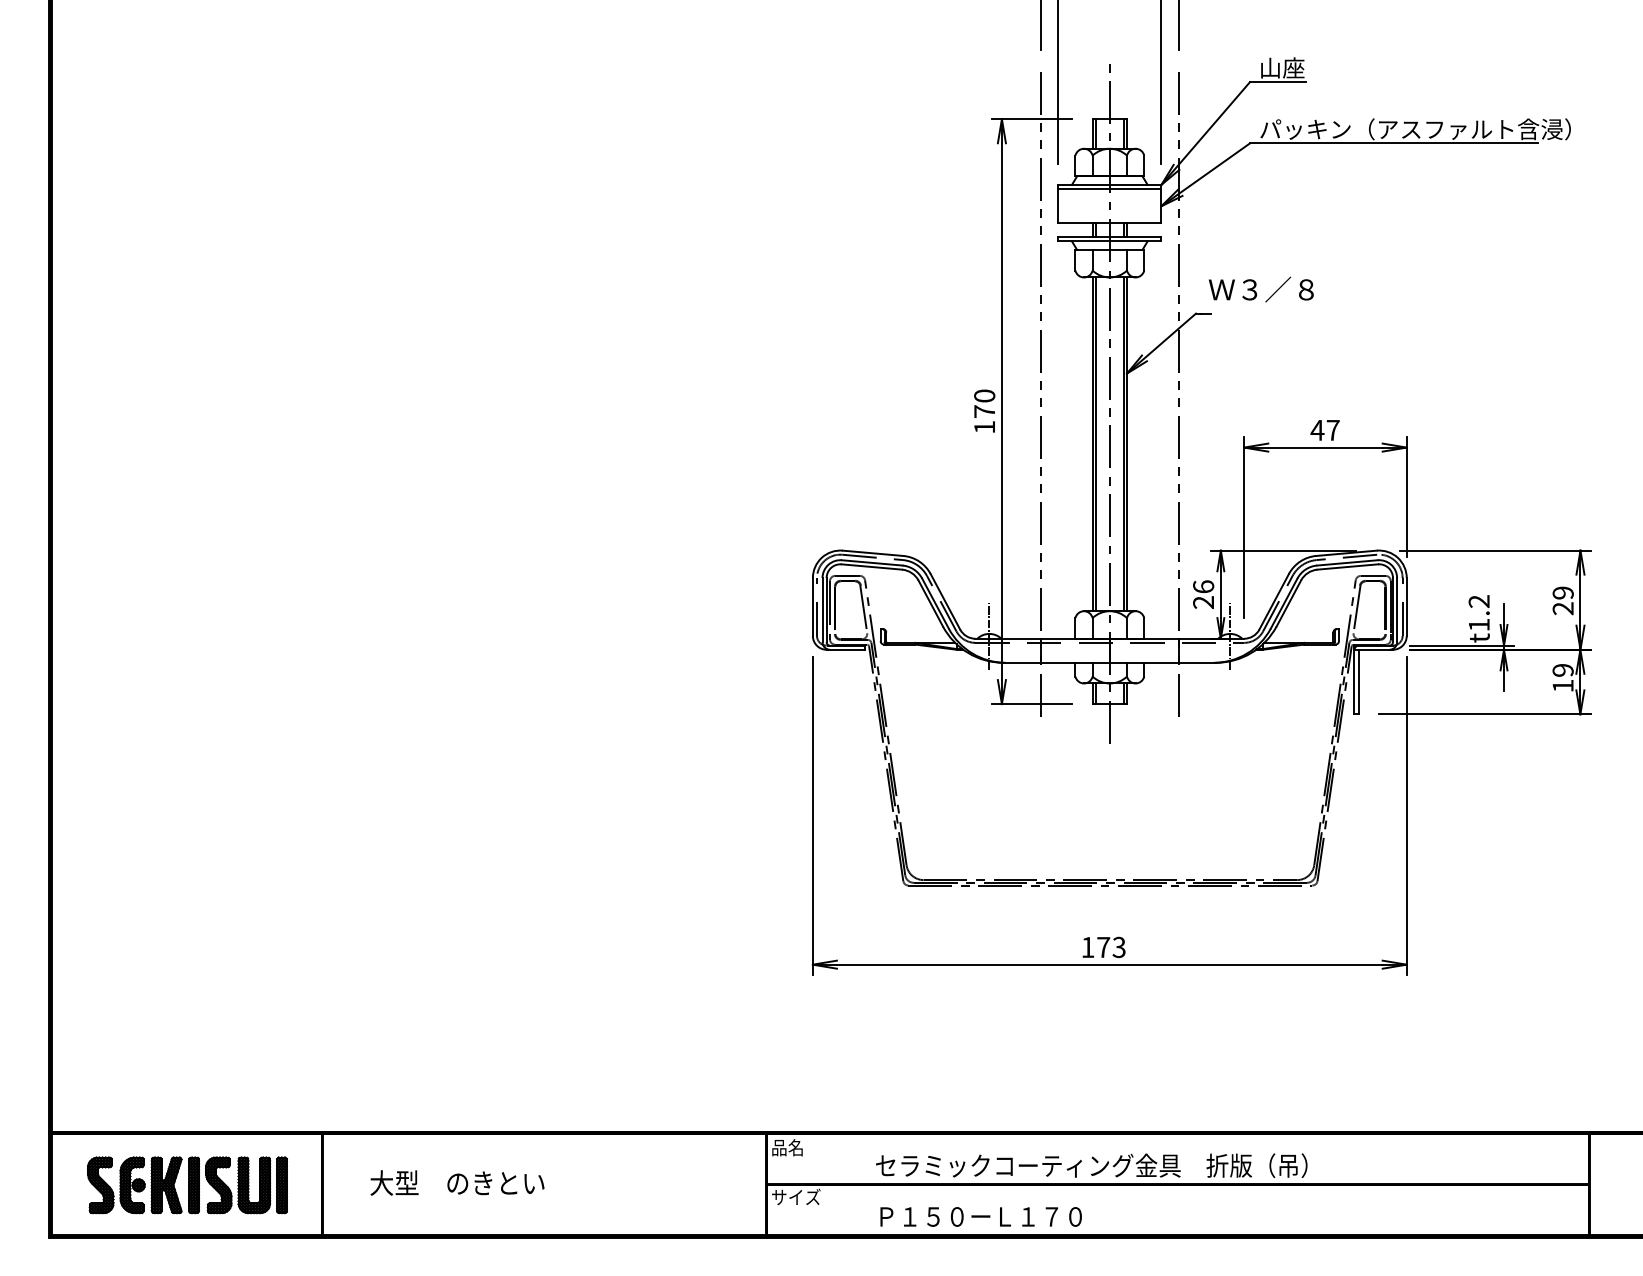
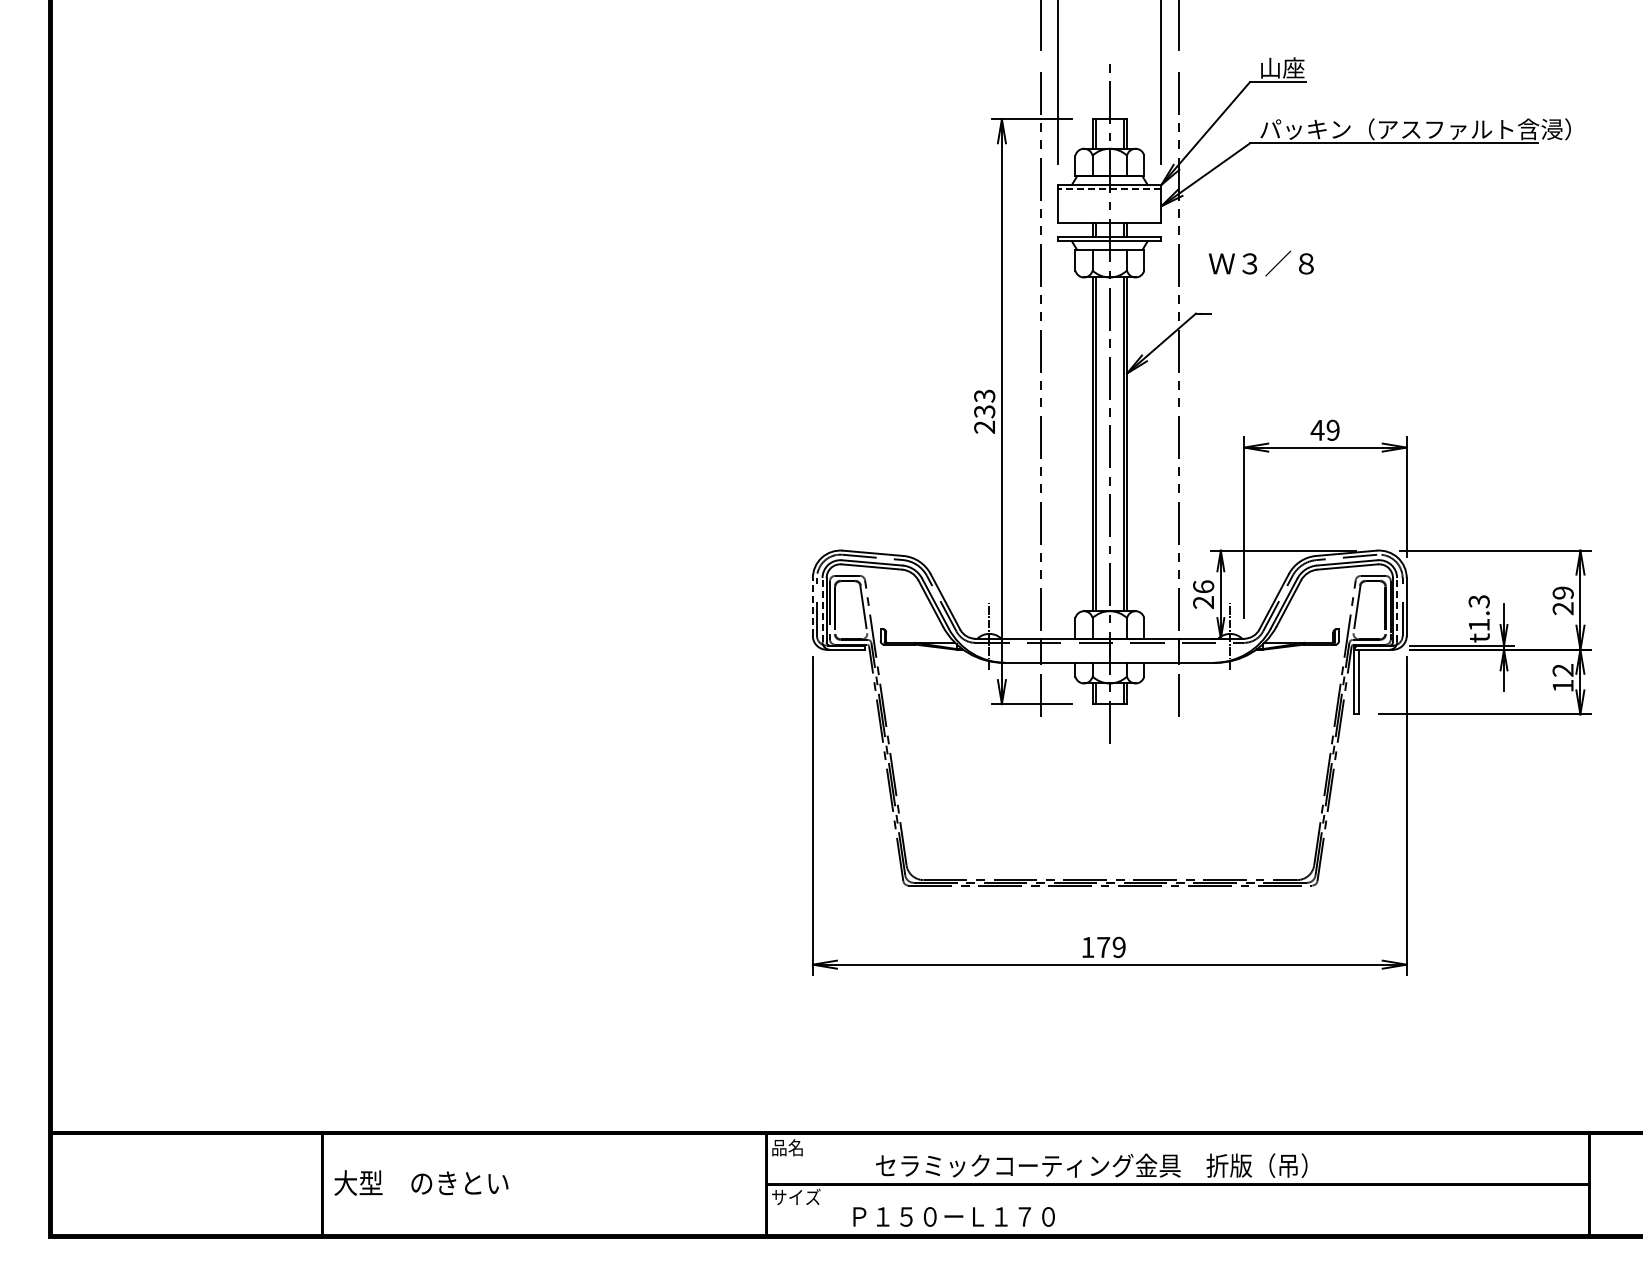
line at (1109, 189): solid -> dashed
text at (1261, 289) position: (1261, 289) -> (1261, 263)
text at (984, 411): 170 -> 233
text at (1332, 429): 47 -> 49
text at (1479, 601): t1.2 -> t1.3
line at (812, 607): solid -> dashed
line at (822, 609): solid -> dashed
line at (1397, 609): solid -> dashed
text at (1563, 670): 19 -> 12
text at (1118, 947): 173 -> 179
text at (457, 1182) position: (457, 1182) -> (421, 1182)
part at (187, 1185): present -> none
text at (980, 1216) position: (980, 1216) -> (953, 1216)
